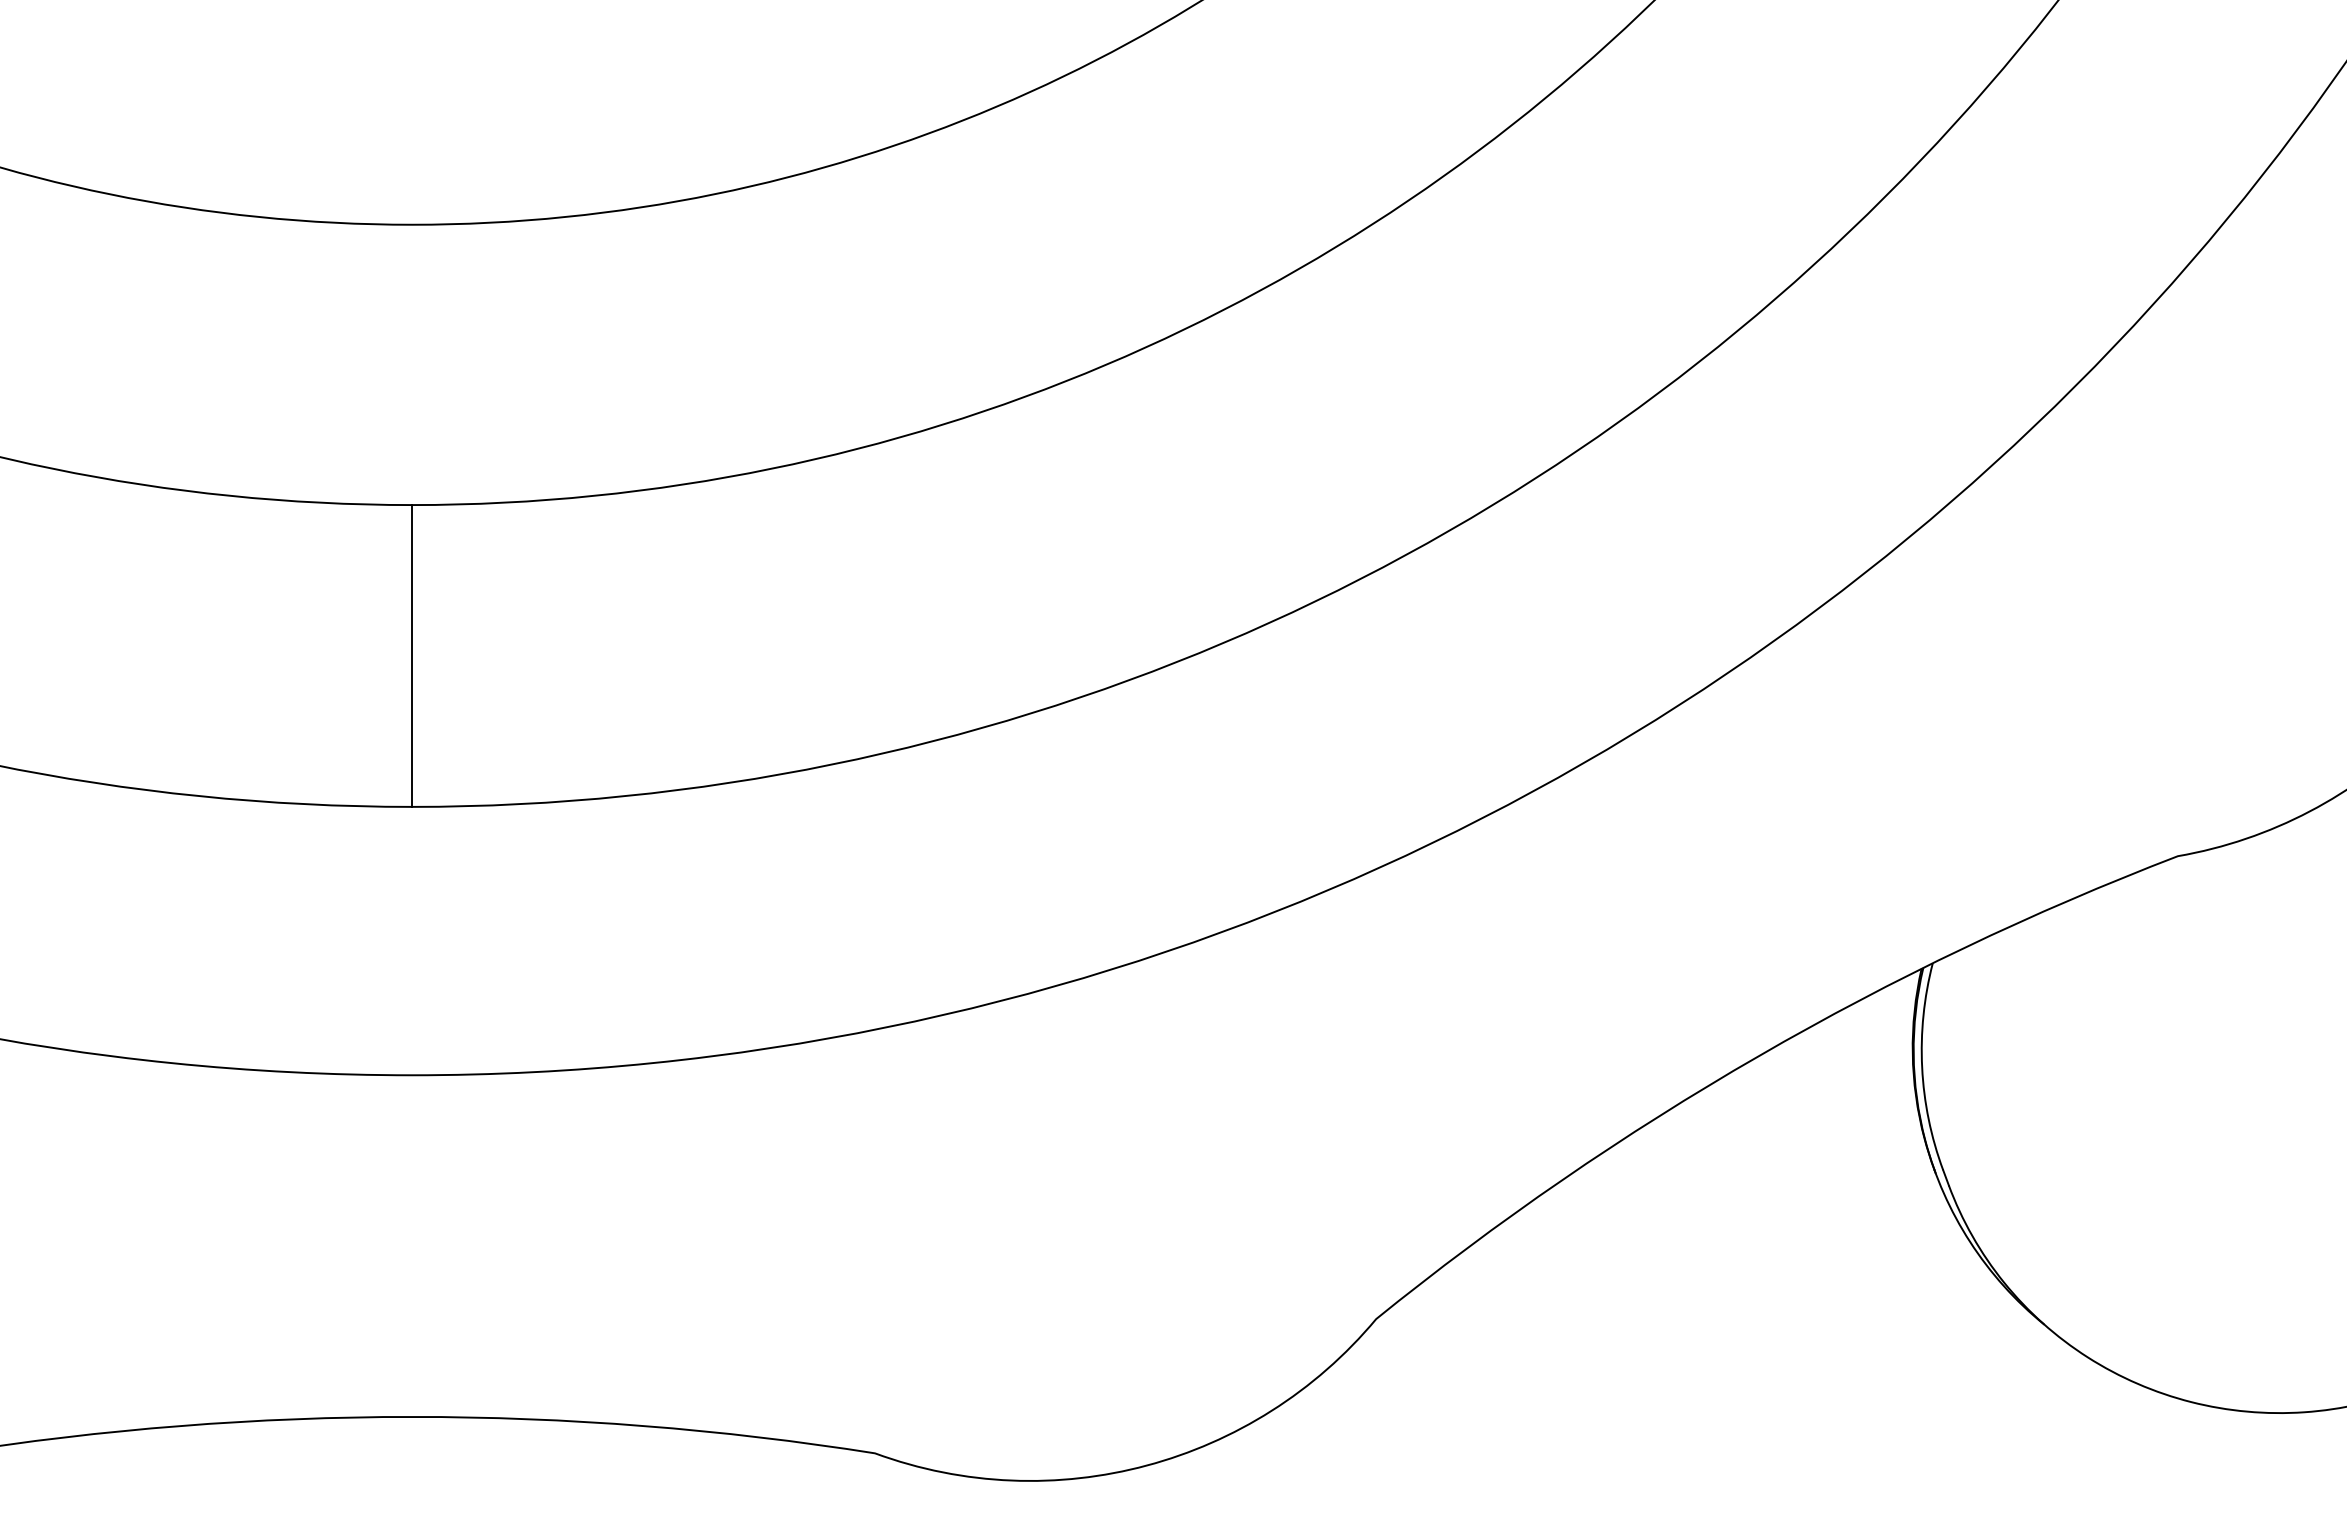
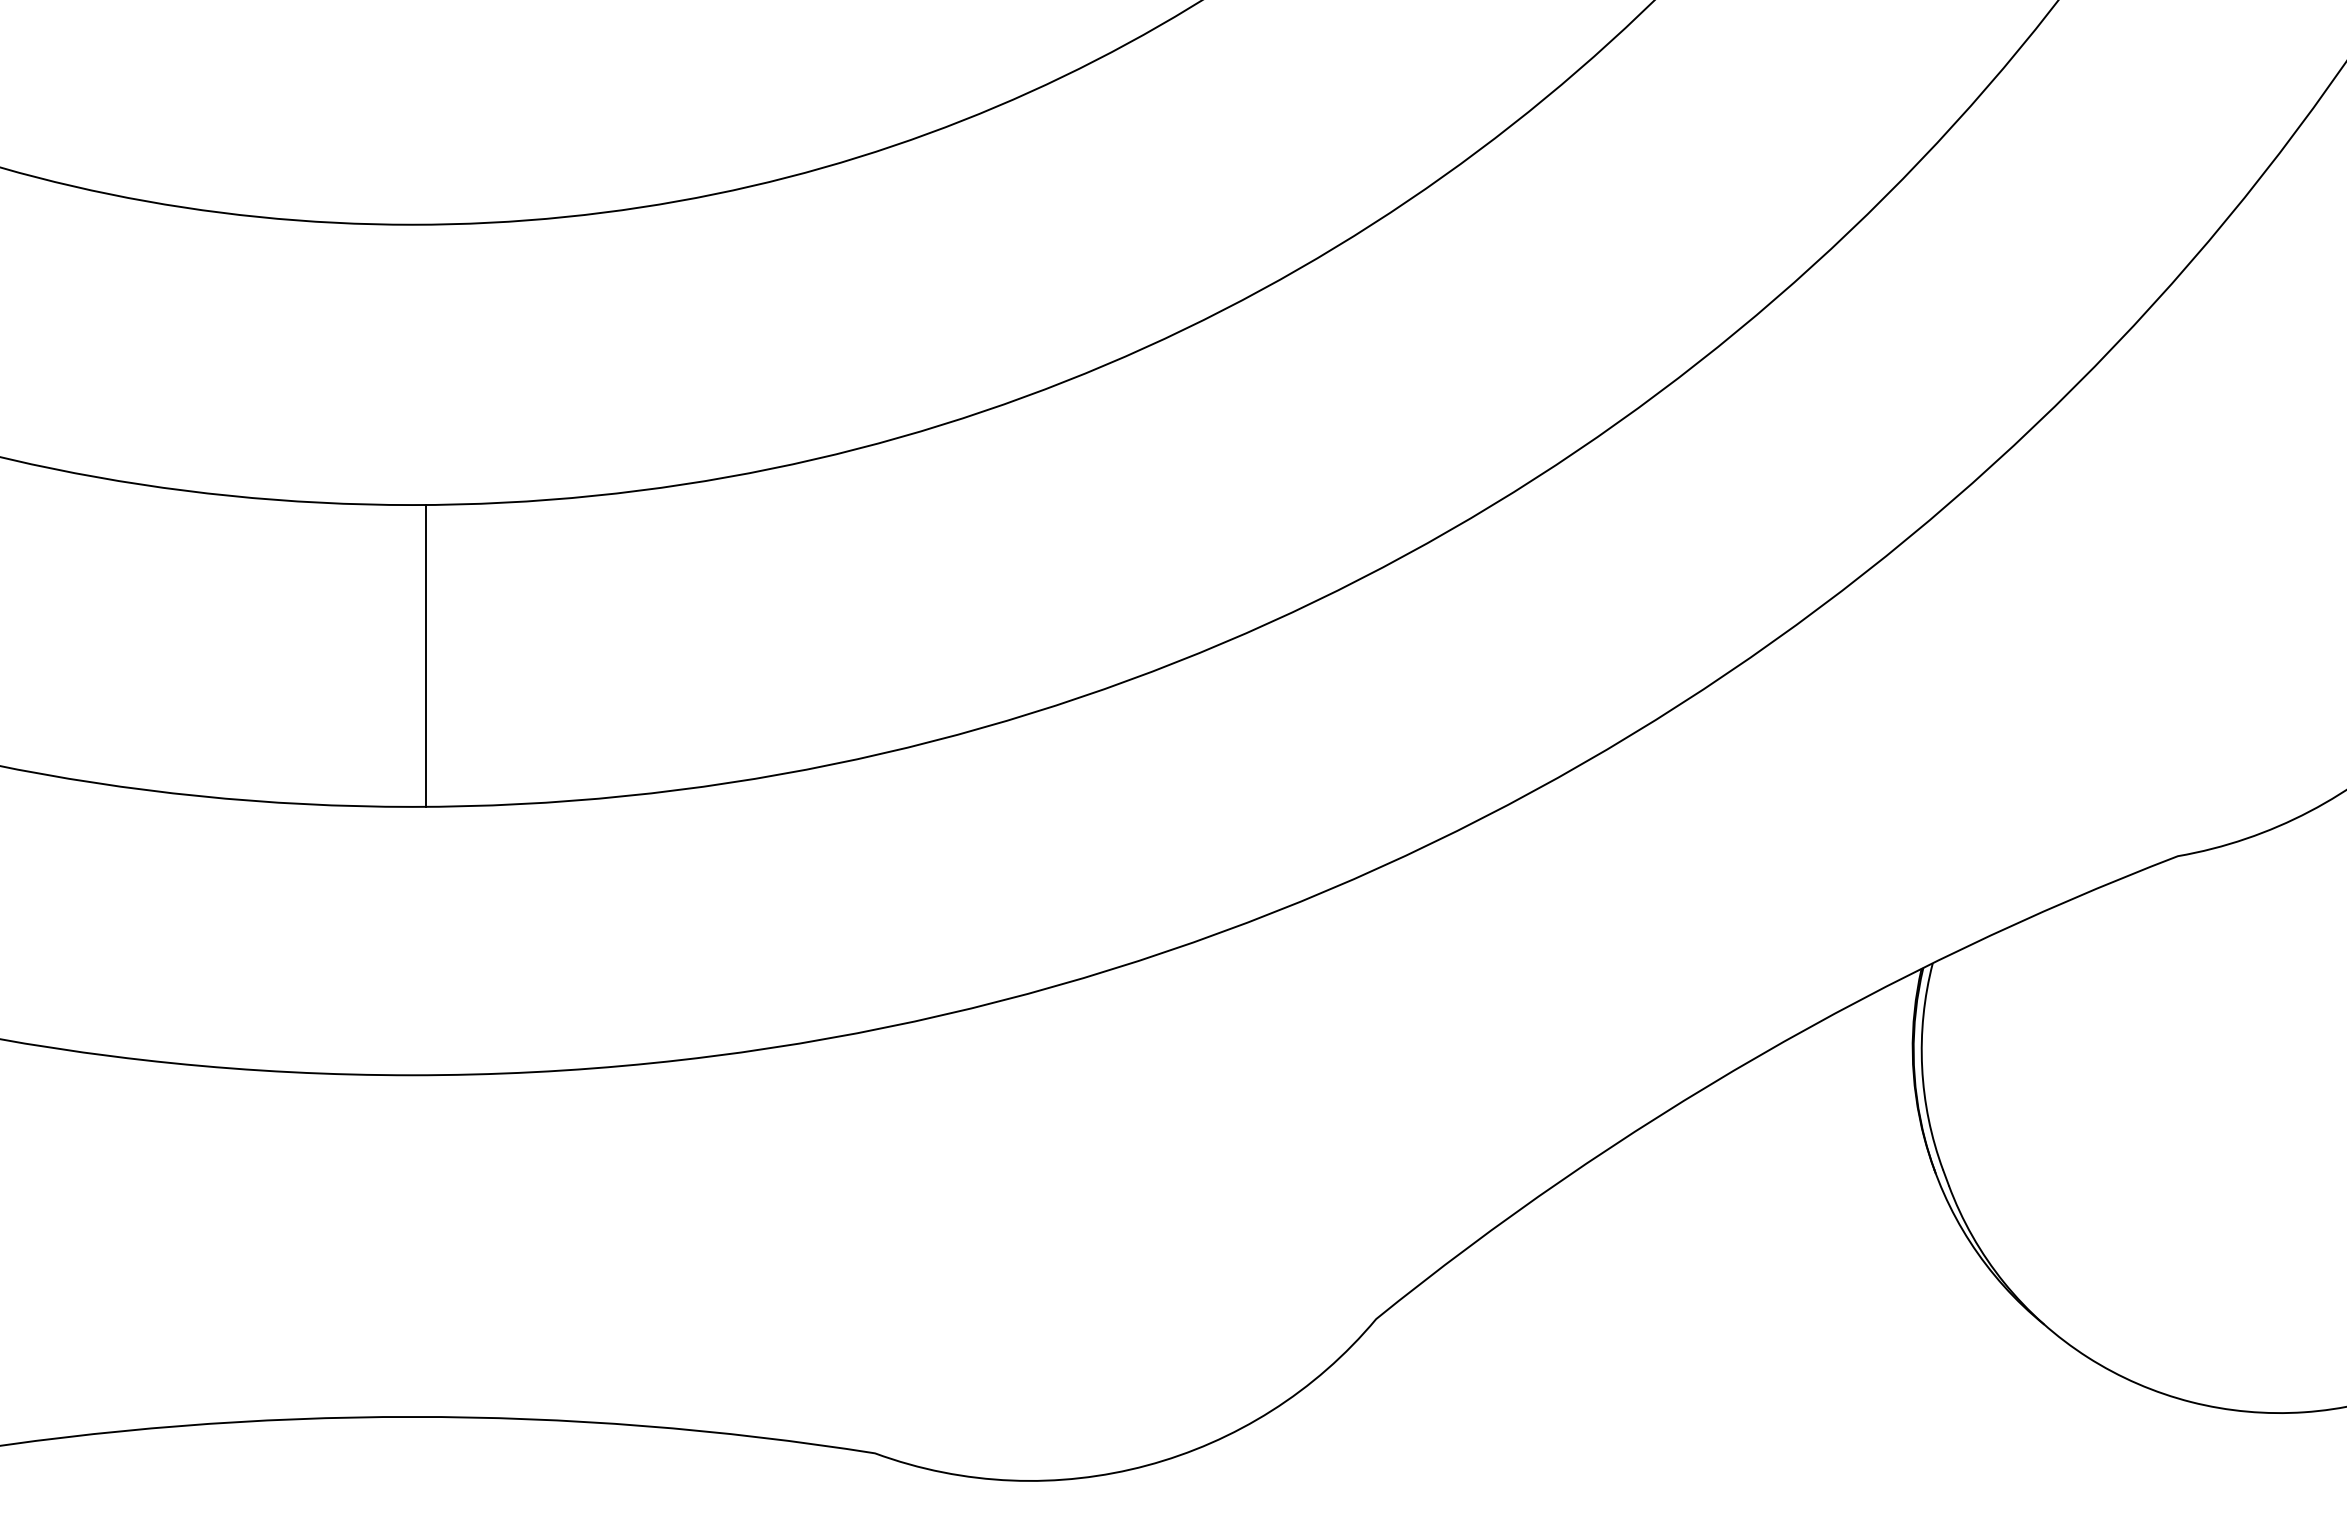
line at (412, 655) position: (412, 655) -> (426, 655)
